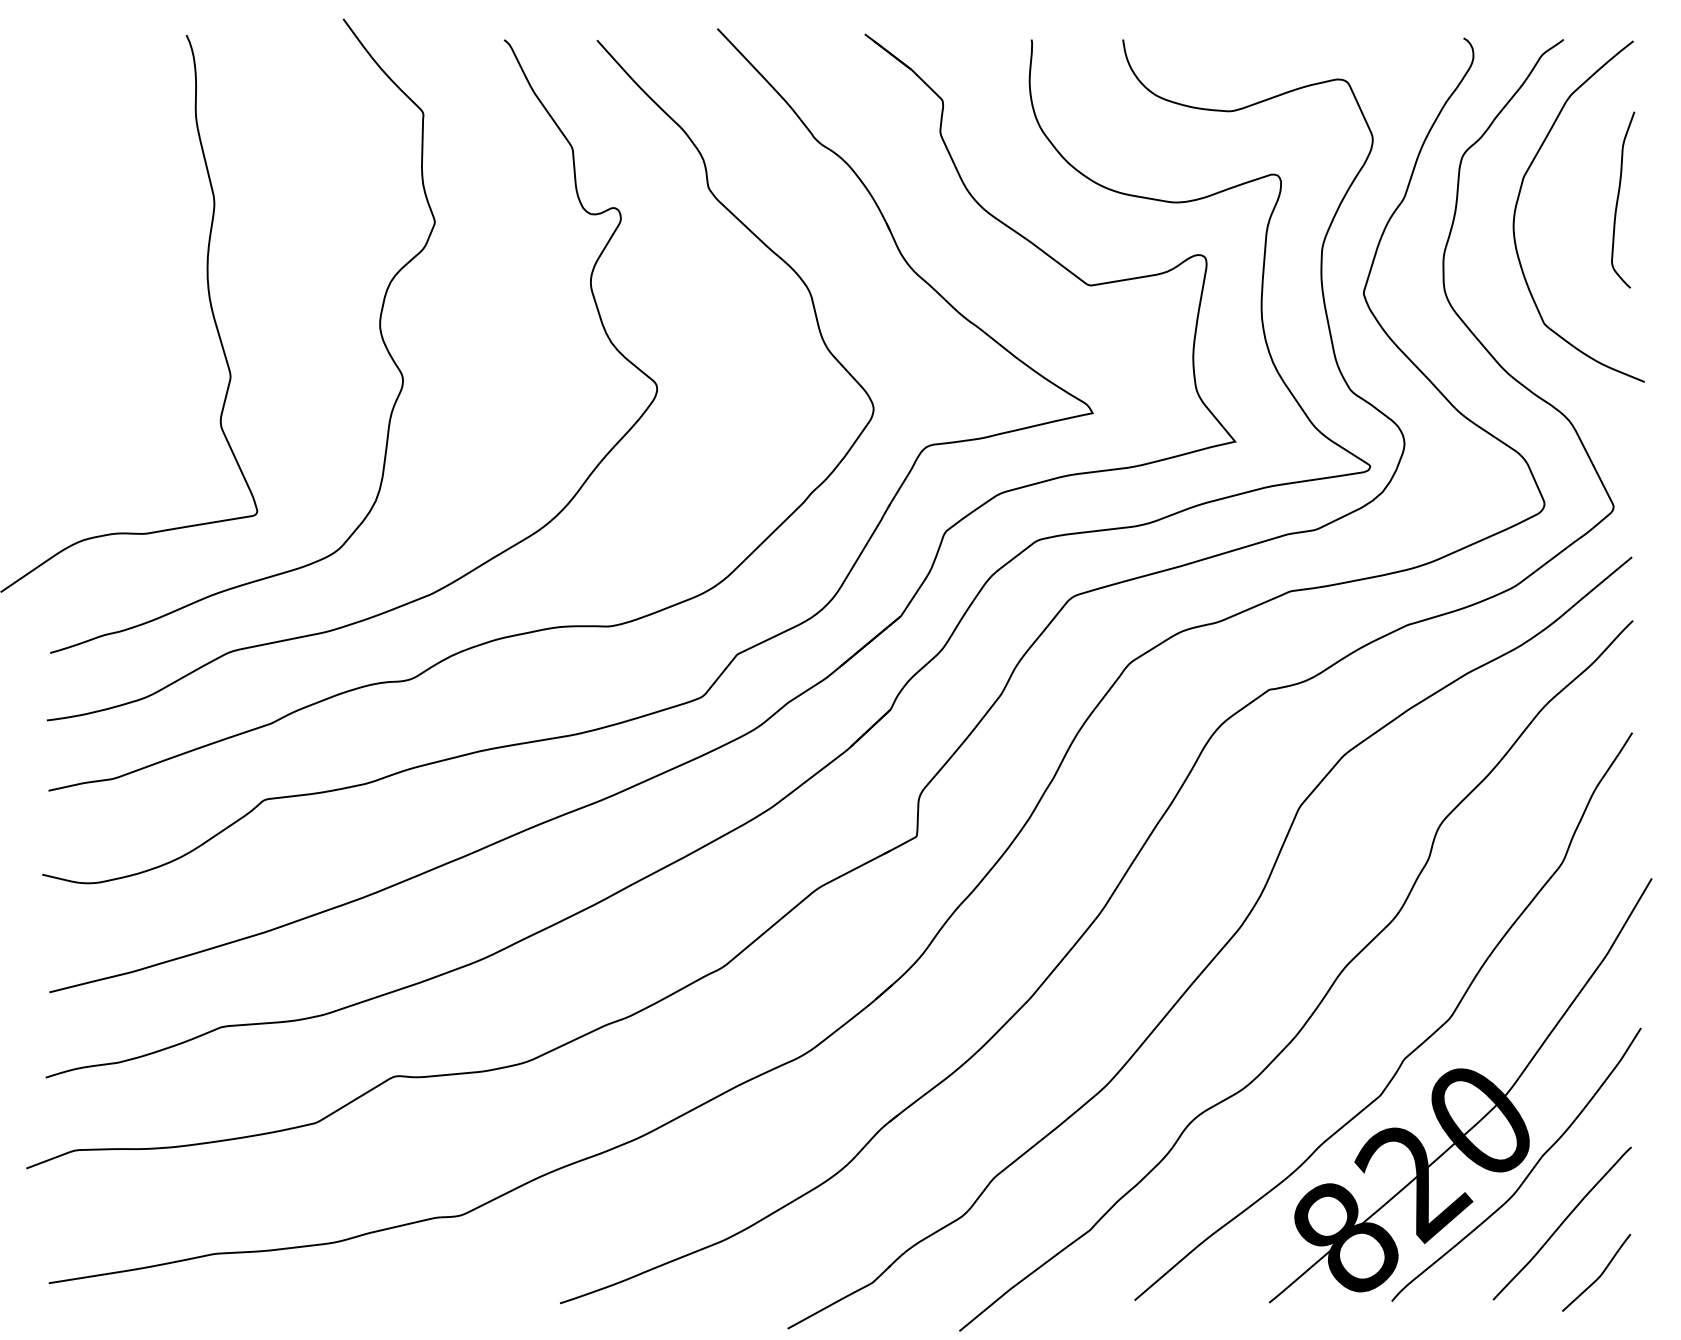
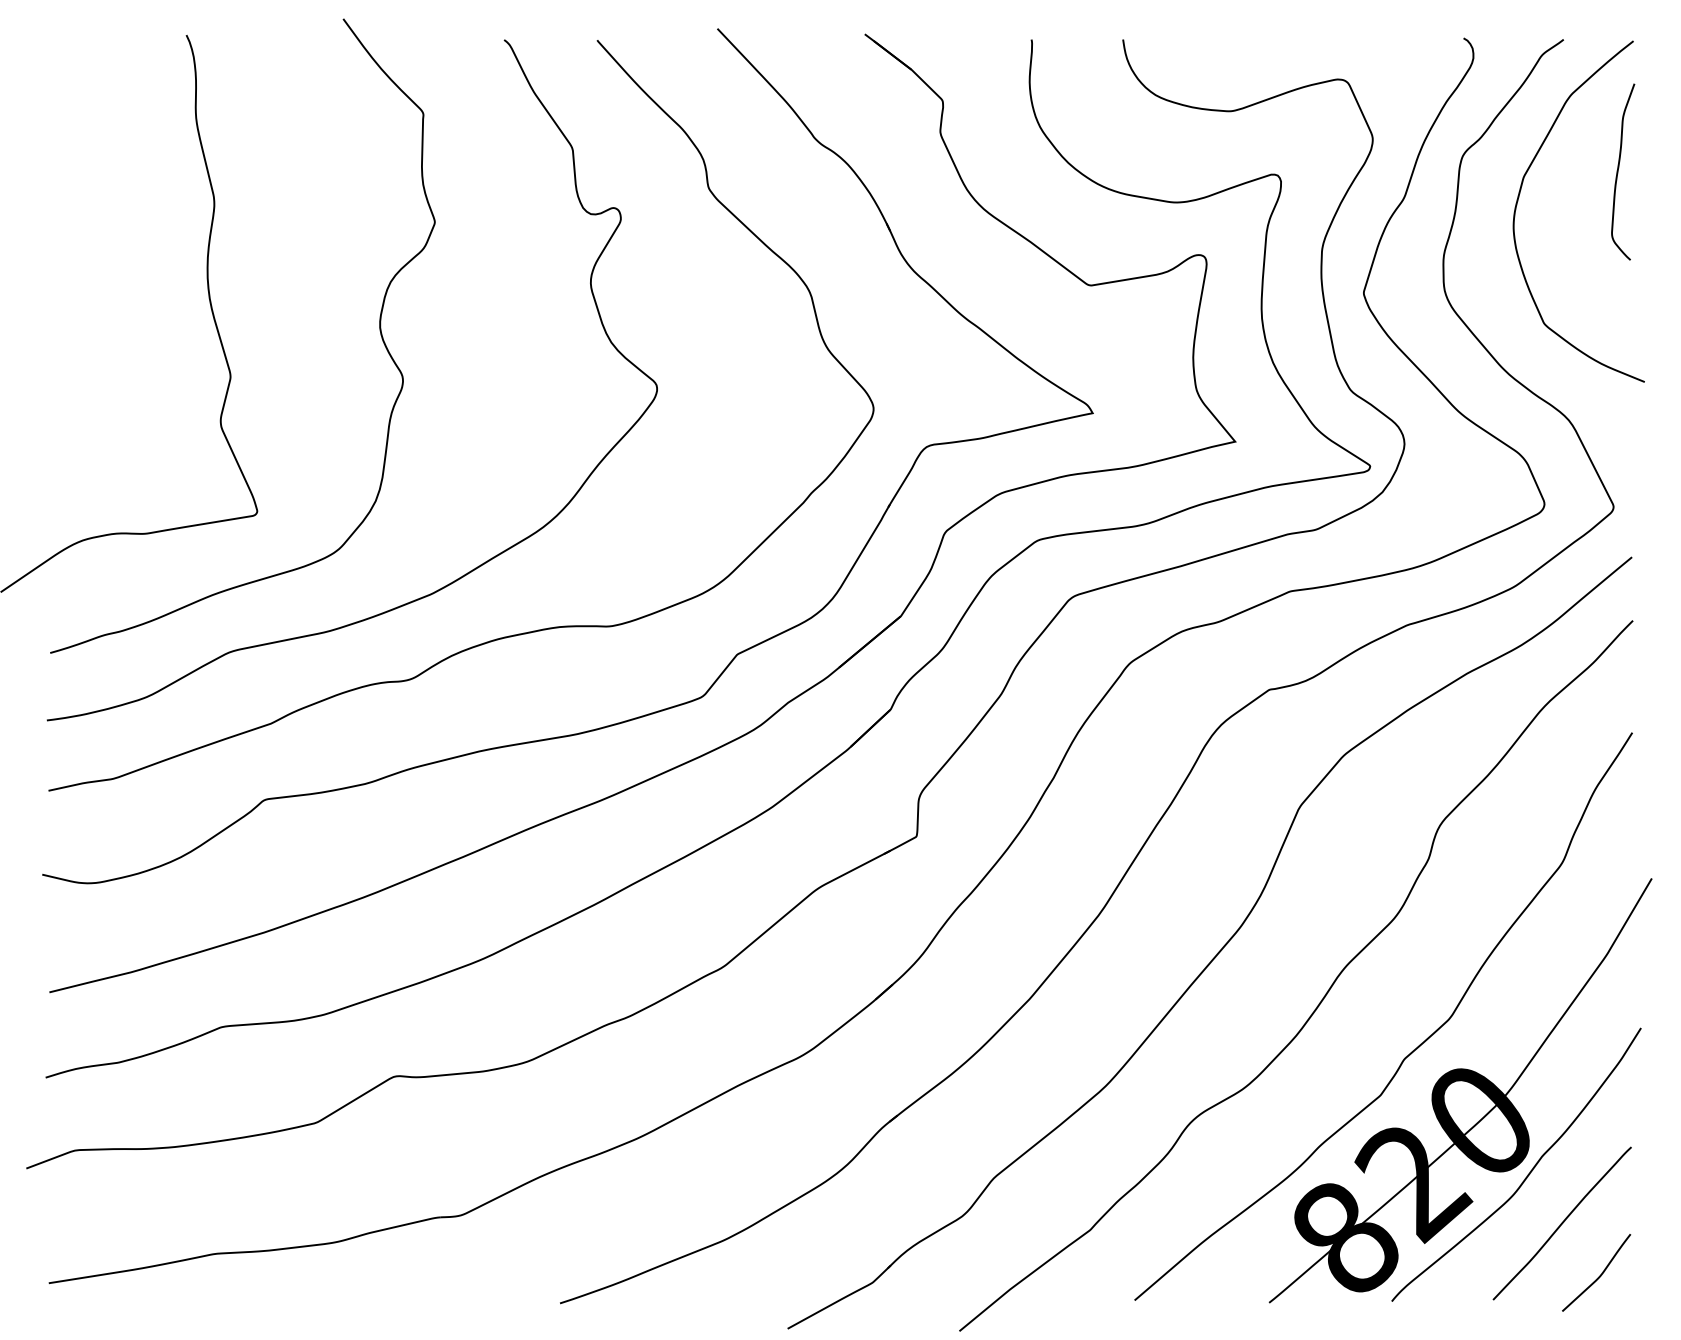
curve at (1619, 196) position: (1619, 196) -> (1619, 168)
